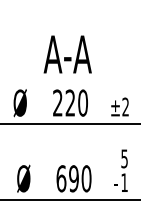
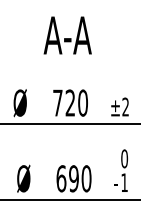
text at (67, 54) position: (67, 54) -> (67, 35)
text at (57, 102): 220 -> 720
text at (124, 158): 5 -> 0
